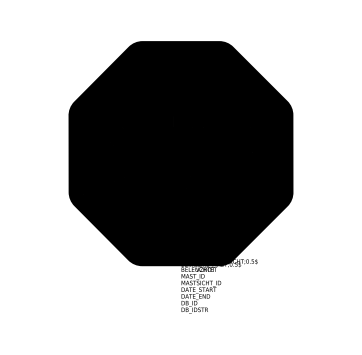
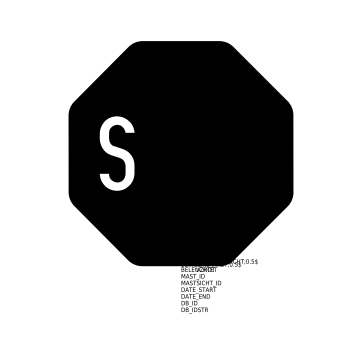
fill at (116, 153): present -> none
